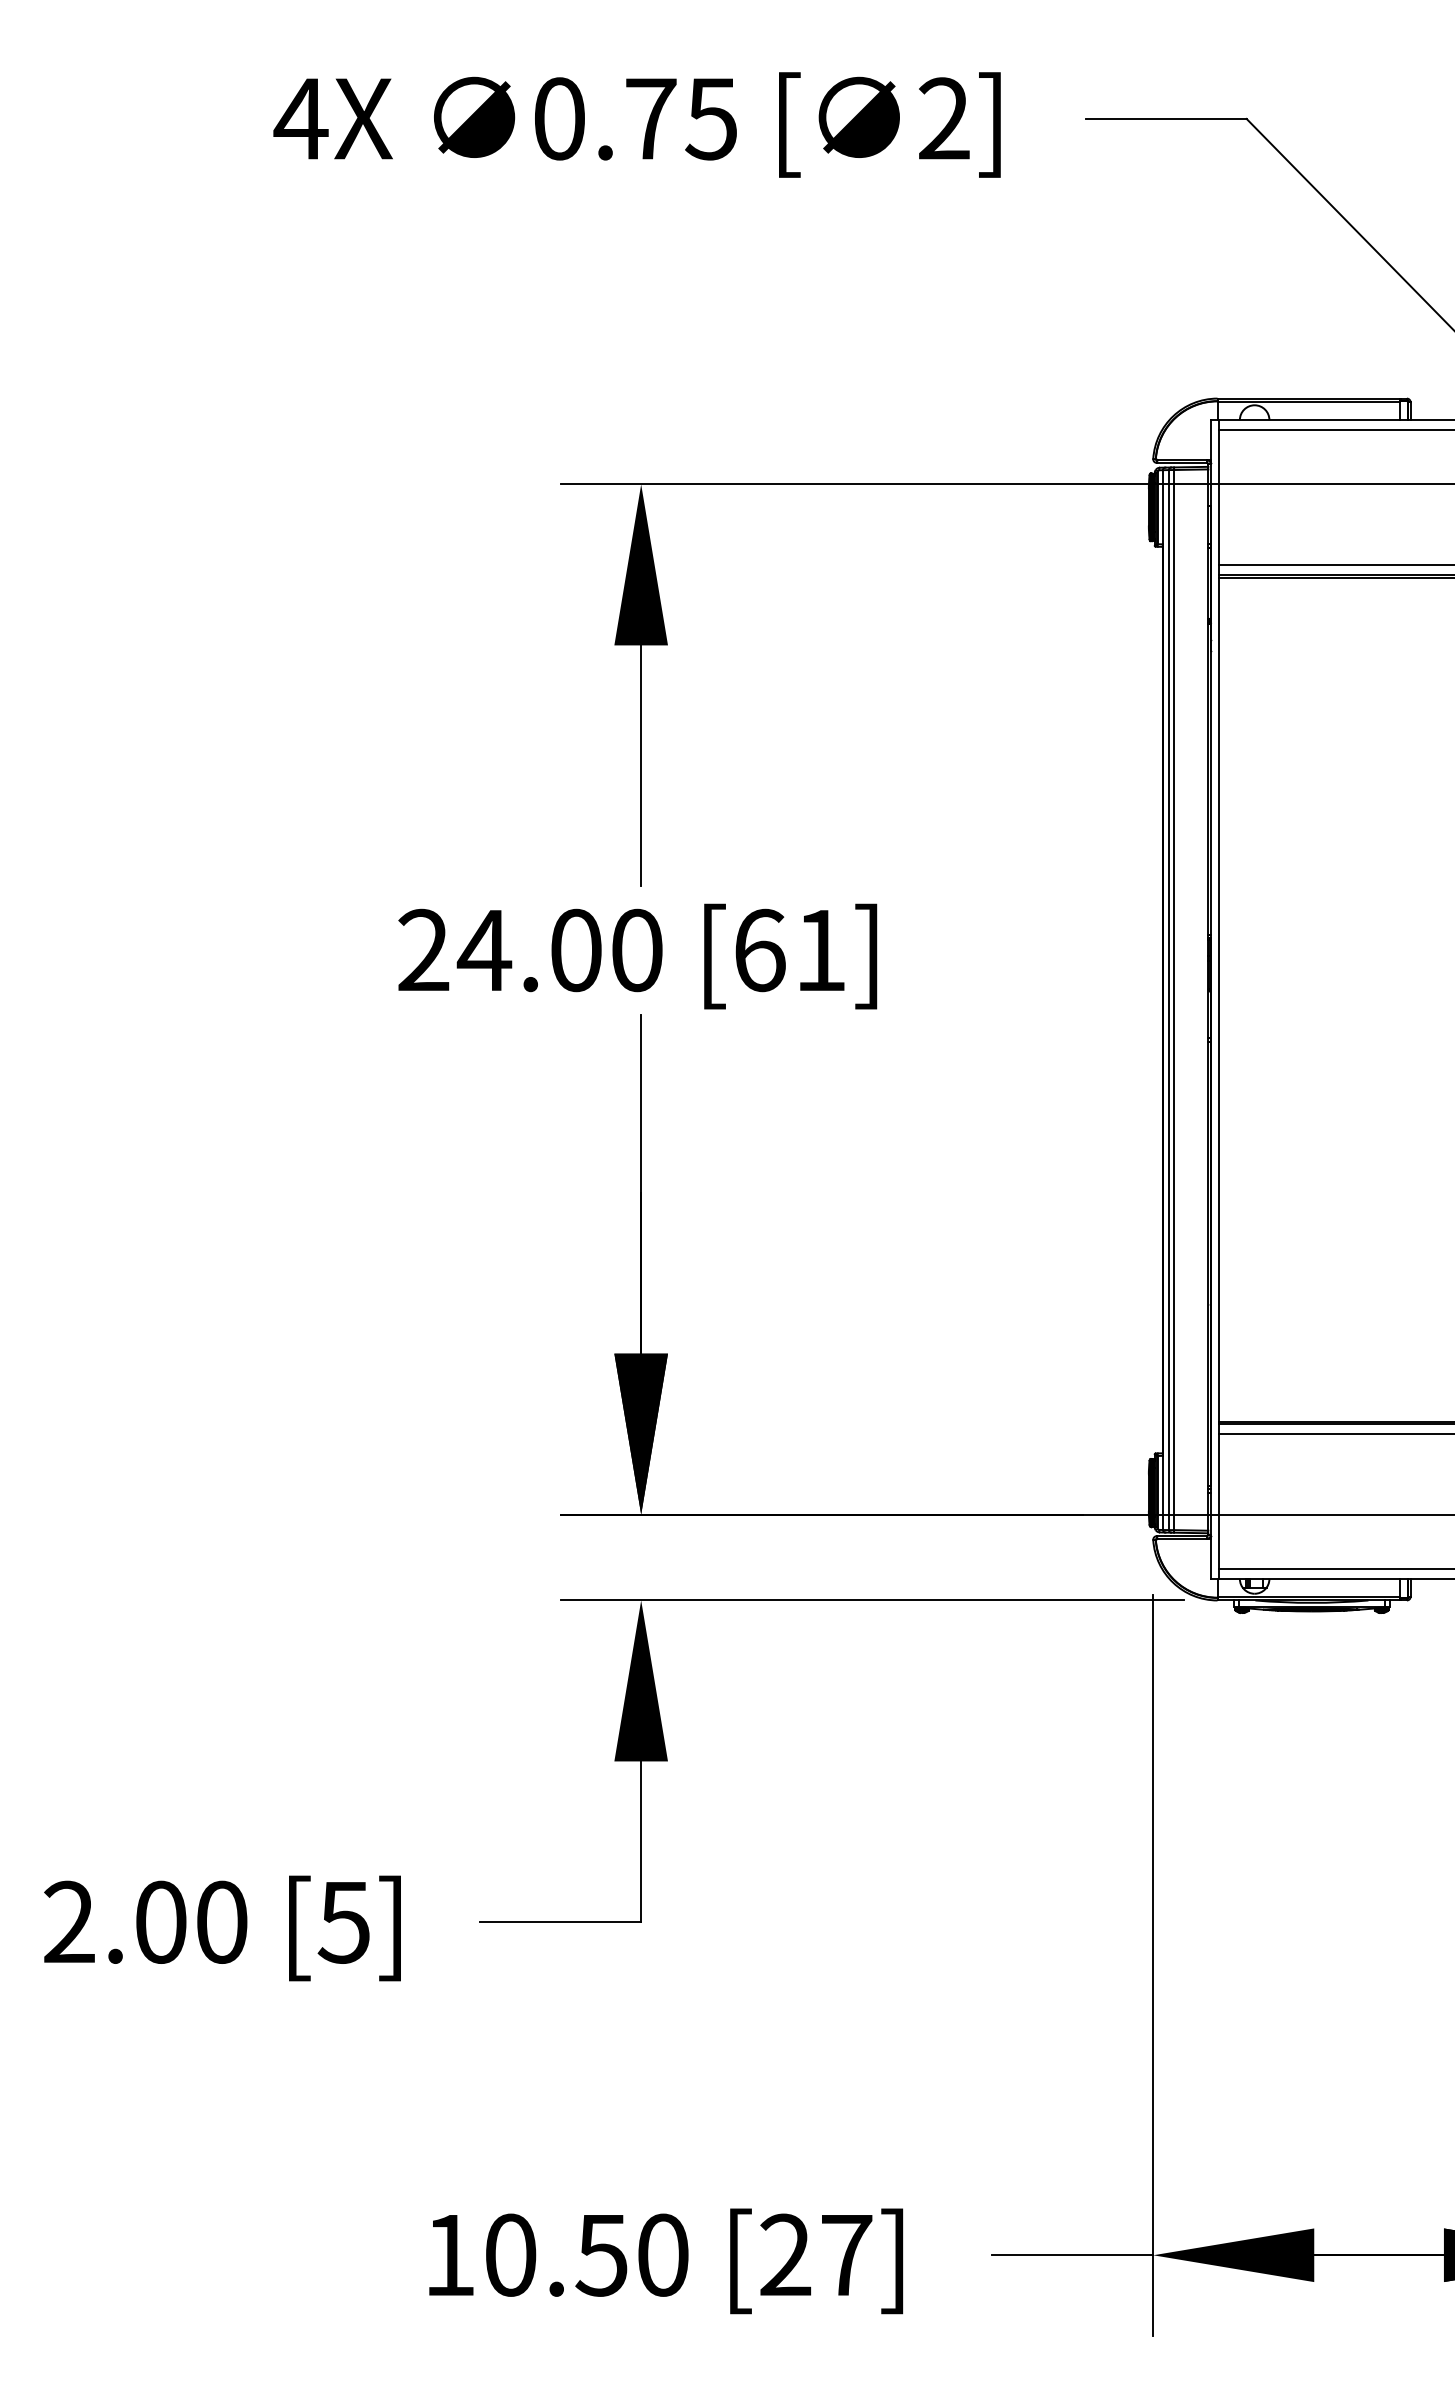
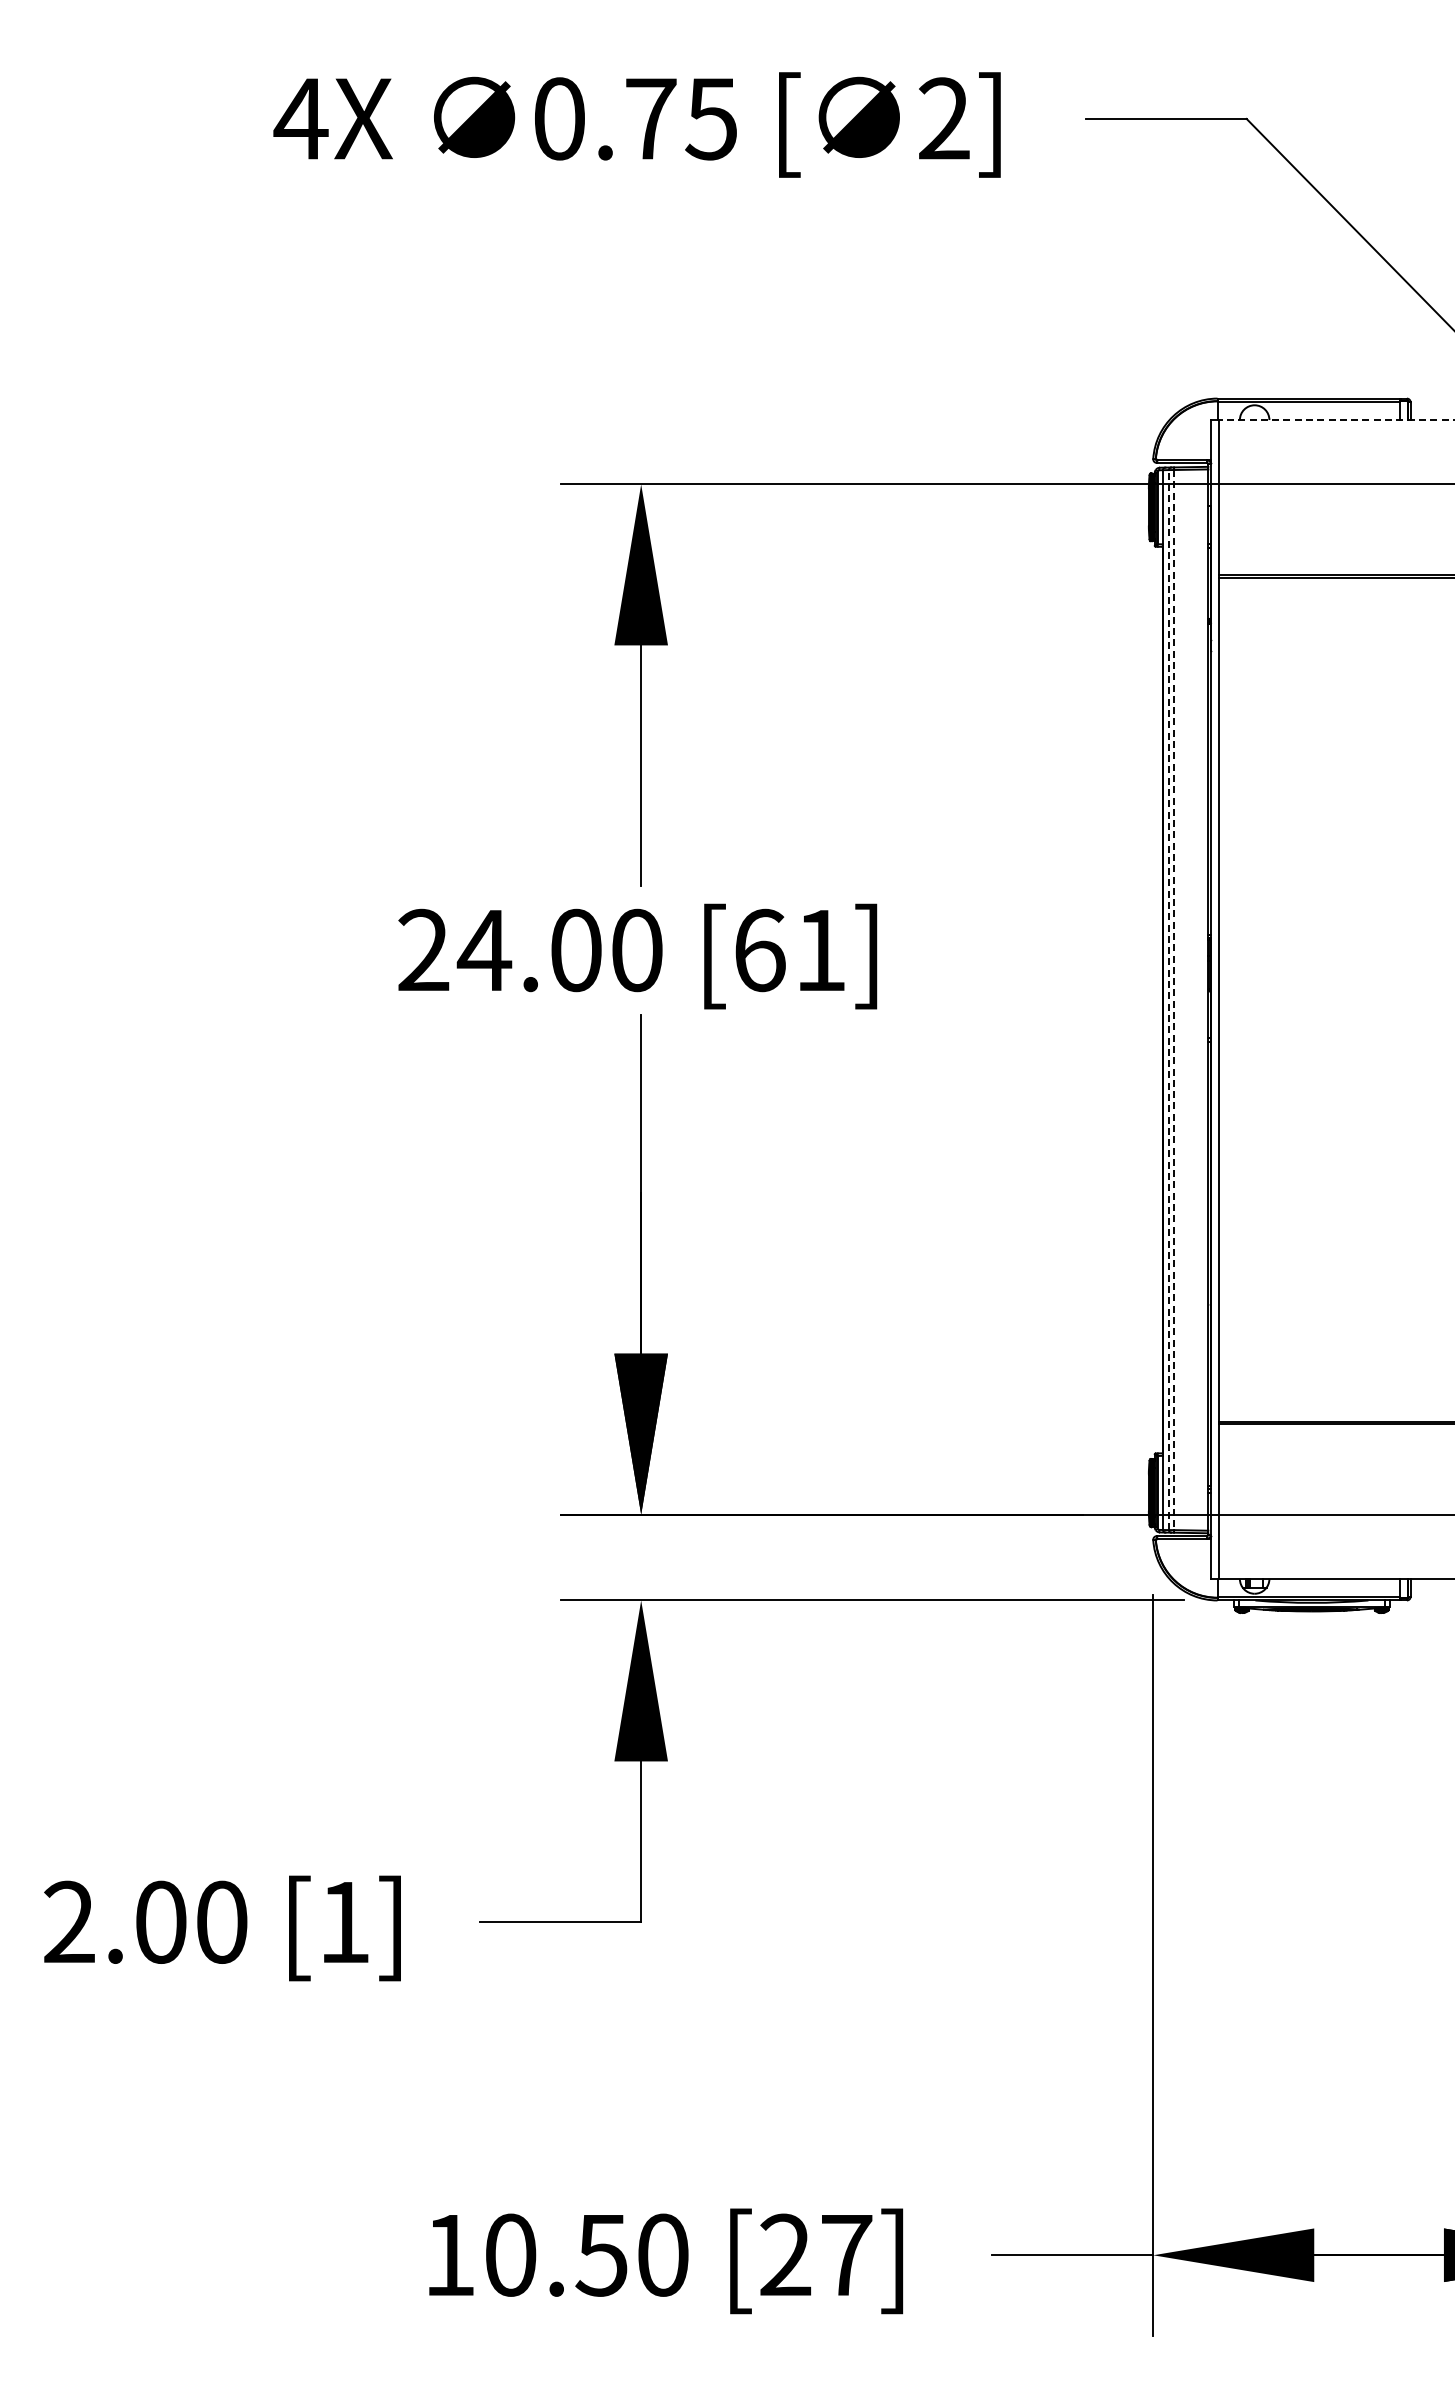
line at (1336, 420): solid -> dashed
line at (1334, 430): present -> none
line at (1334, 564): present -> none
line at (1168, 999): solid -> dashed
line at (1174, 1000): solid -> dashed
line at (1334, 1434): present -> none
line at (1334, 1568): present -> none
text at (343, 1922): [5] -> [1]
